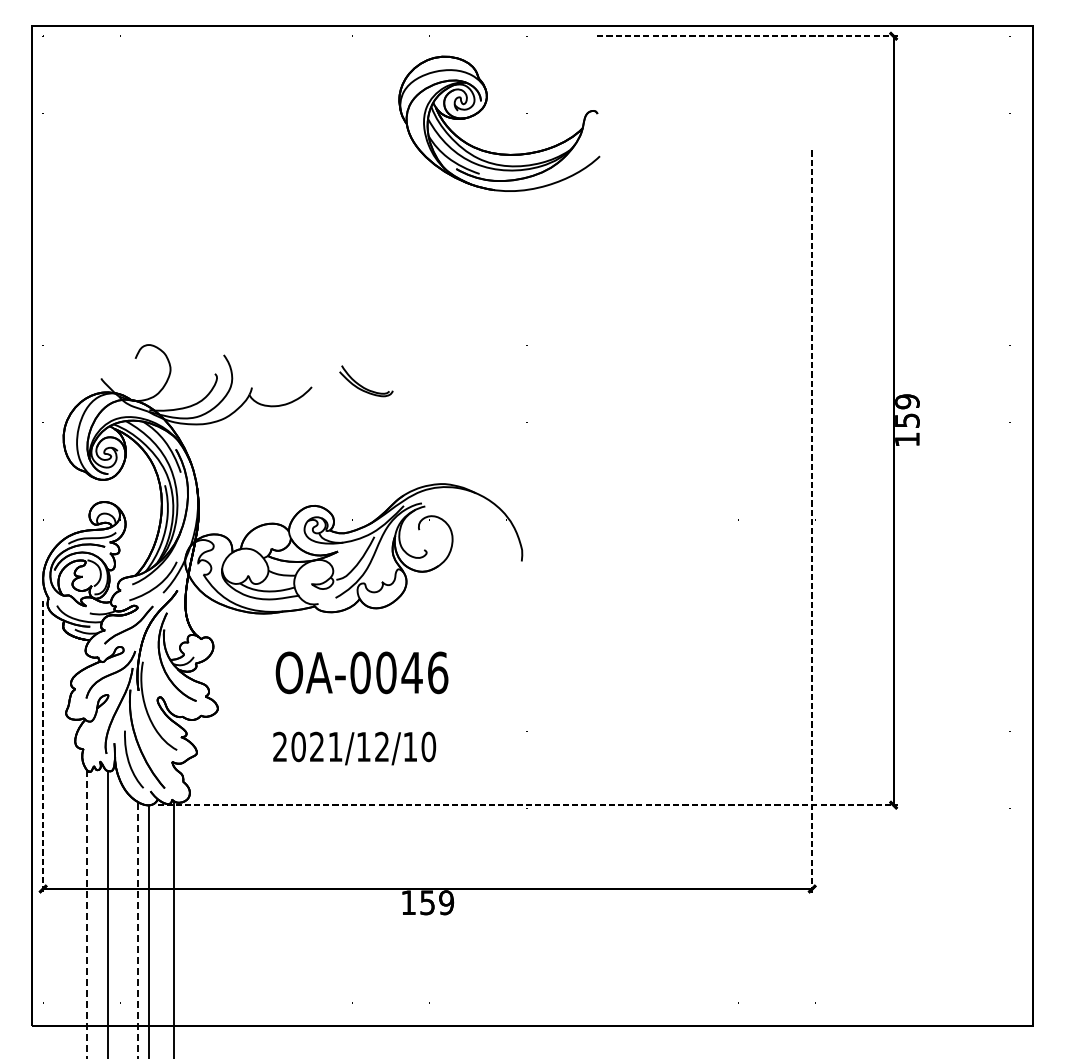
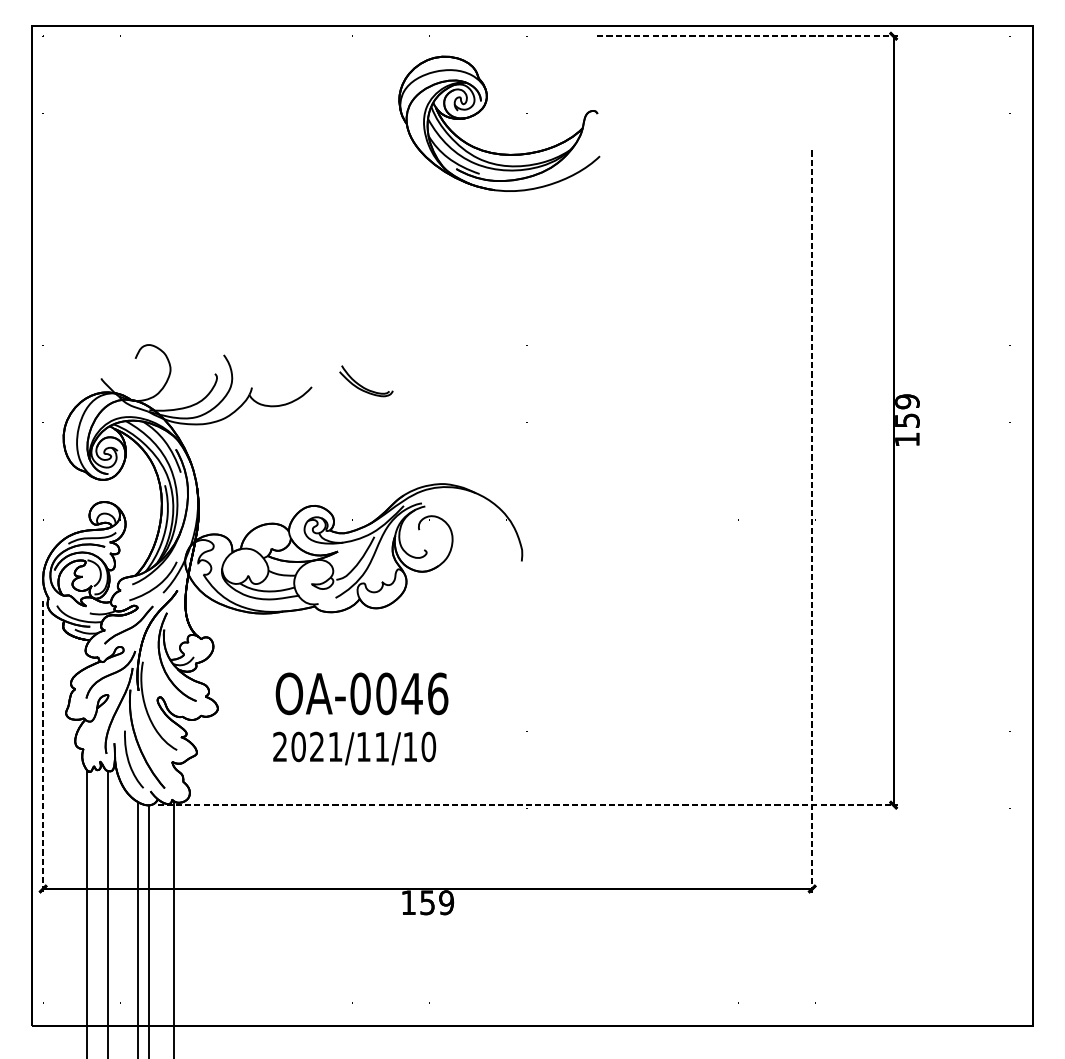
text at (361, 672) position: (361, 672) -> (361, 693)
text at (381, 746): 2021/12/10 -> 2021/11/10
line at (87, 914): dashed -> solid
line at (138, 930): dashed -> solid
